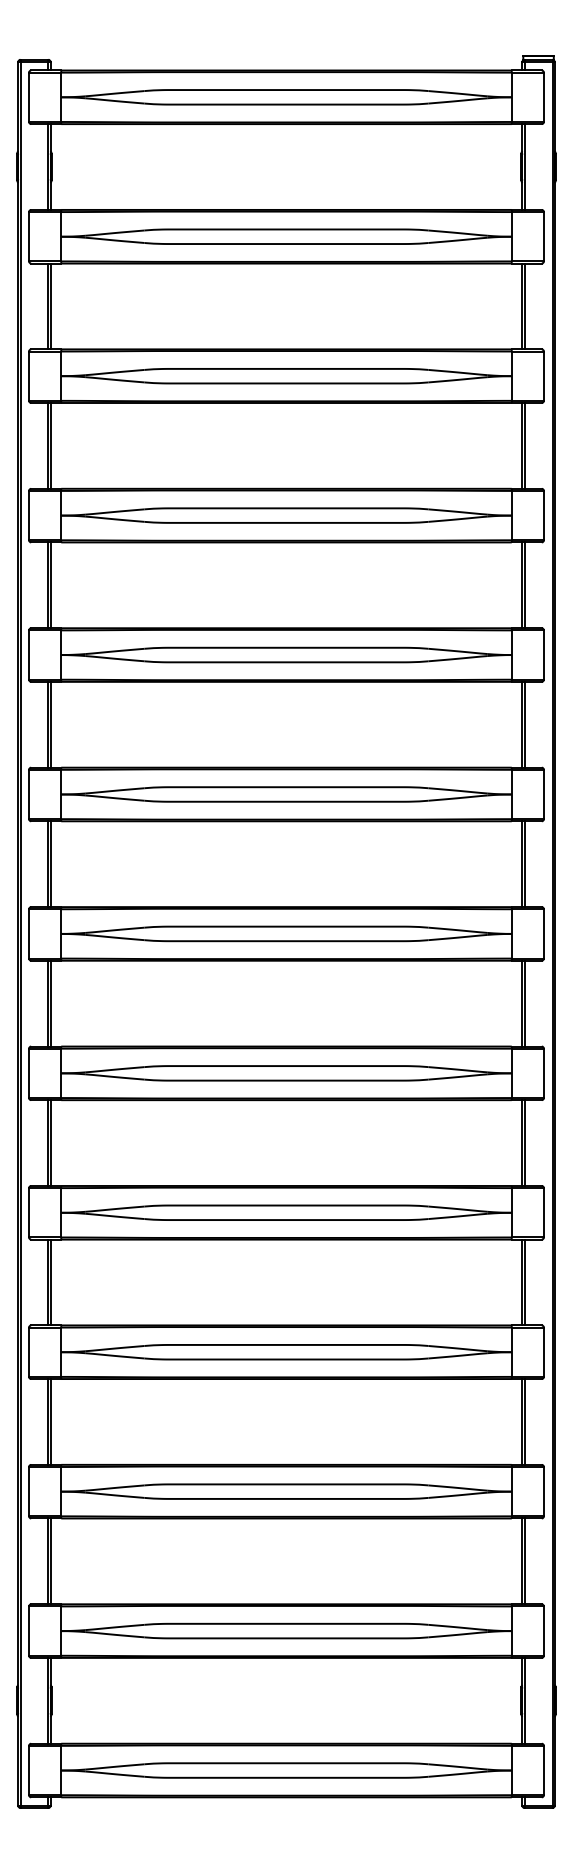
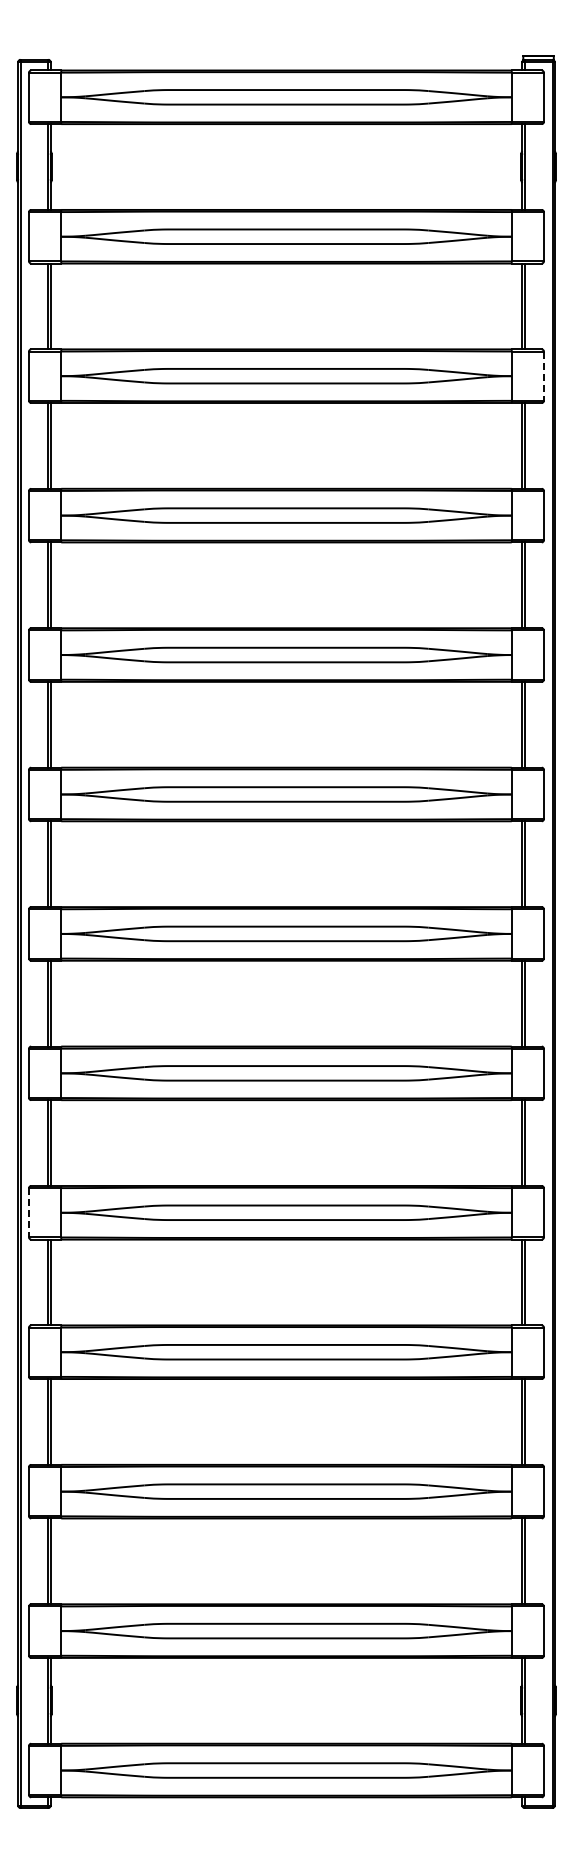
line at (543, 376): solid -> dashed
line at (29, 1212): solid -> dashed
